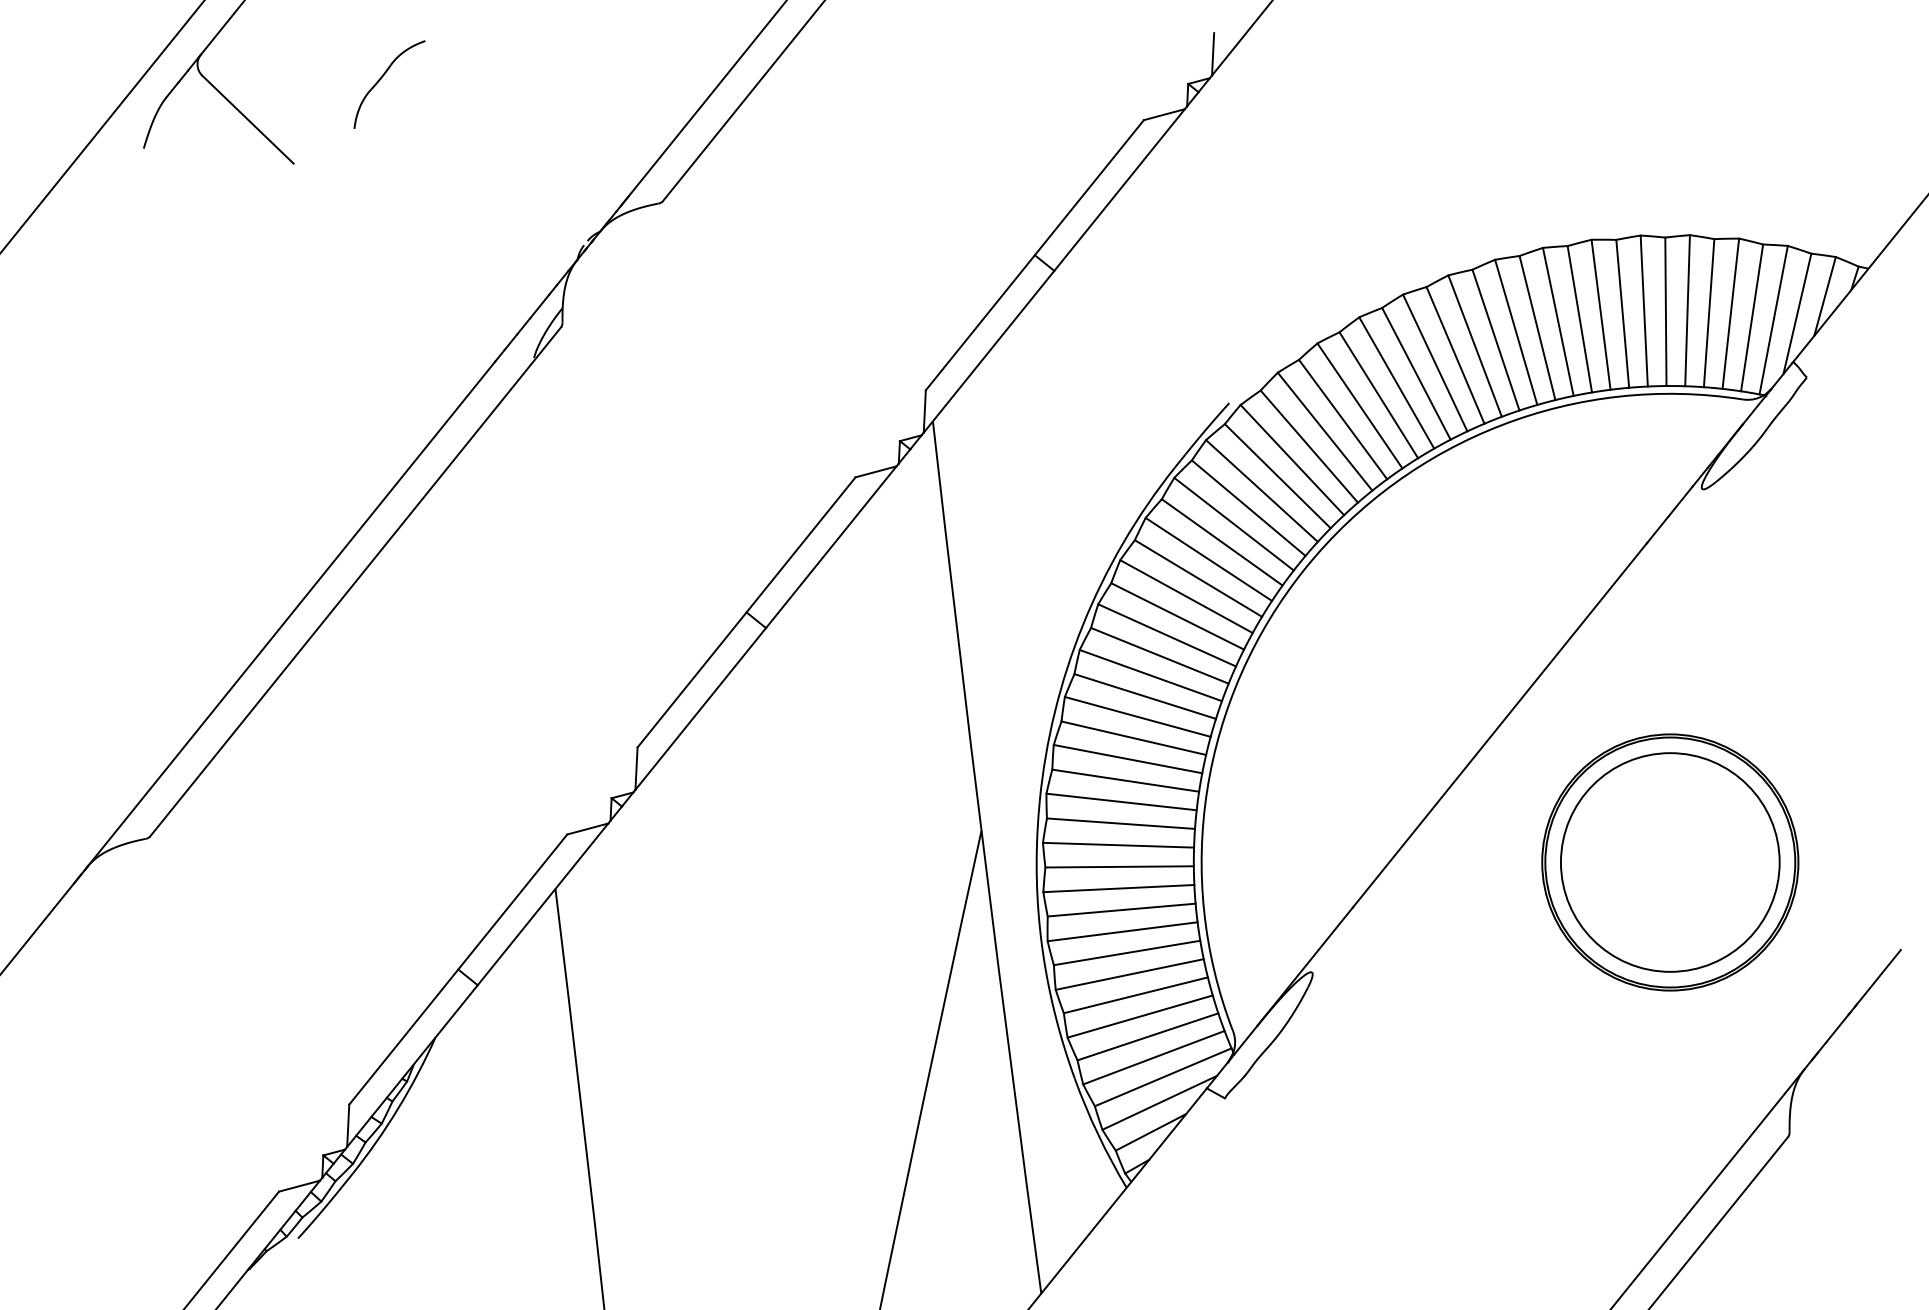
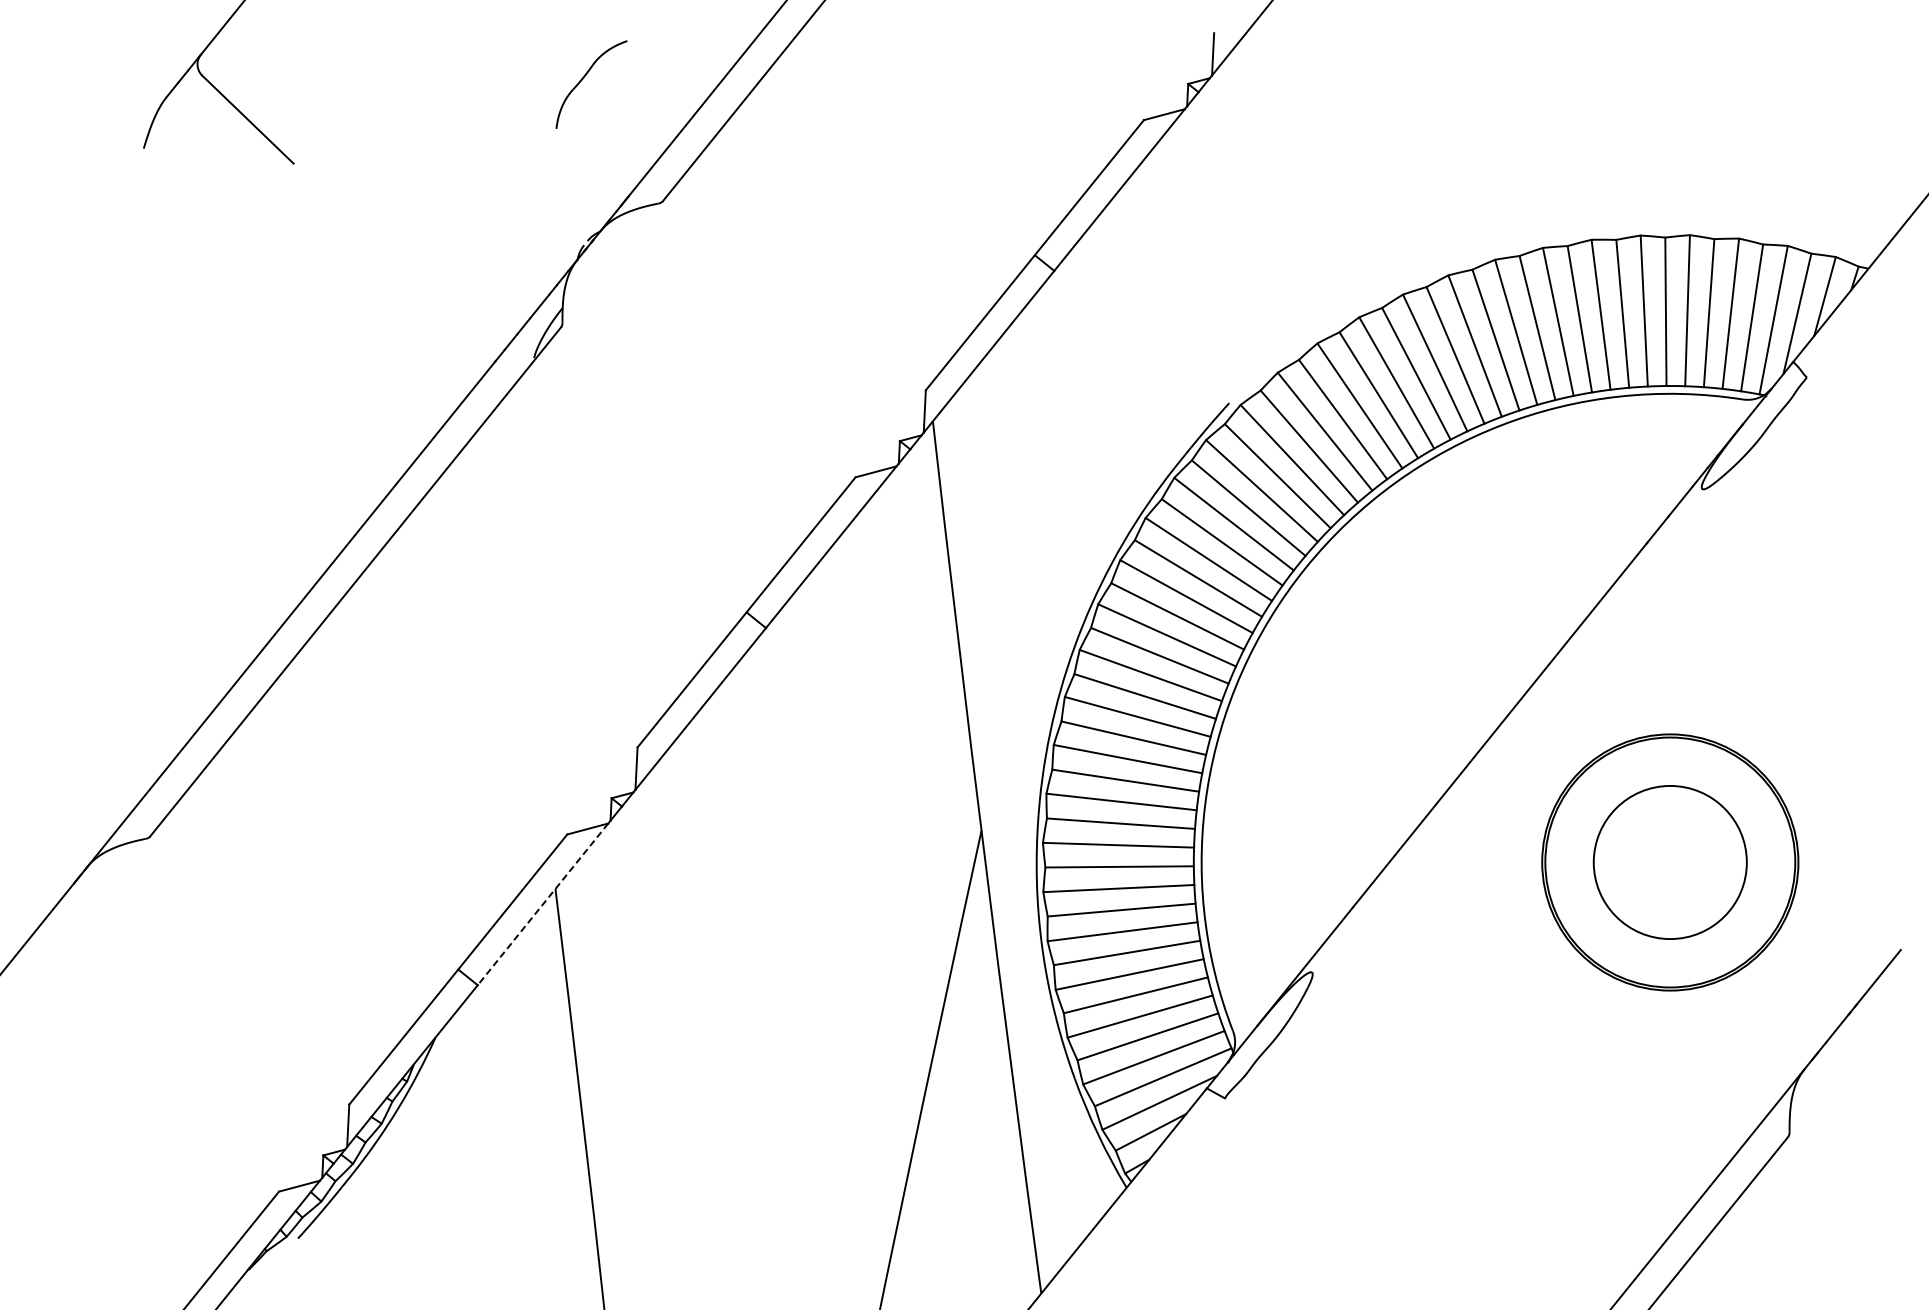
part at (381, 79) position: (381, 79) -> (583, 79)
line at (102, 126): present -> none
circle at (1669, 862) diameter: 219 px -> 153 px
line at (543, 904): solid -> dashed
